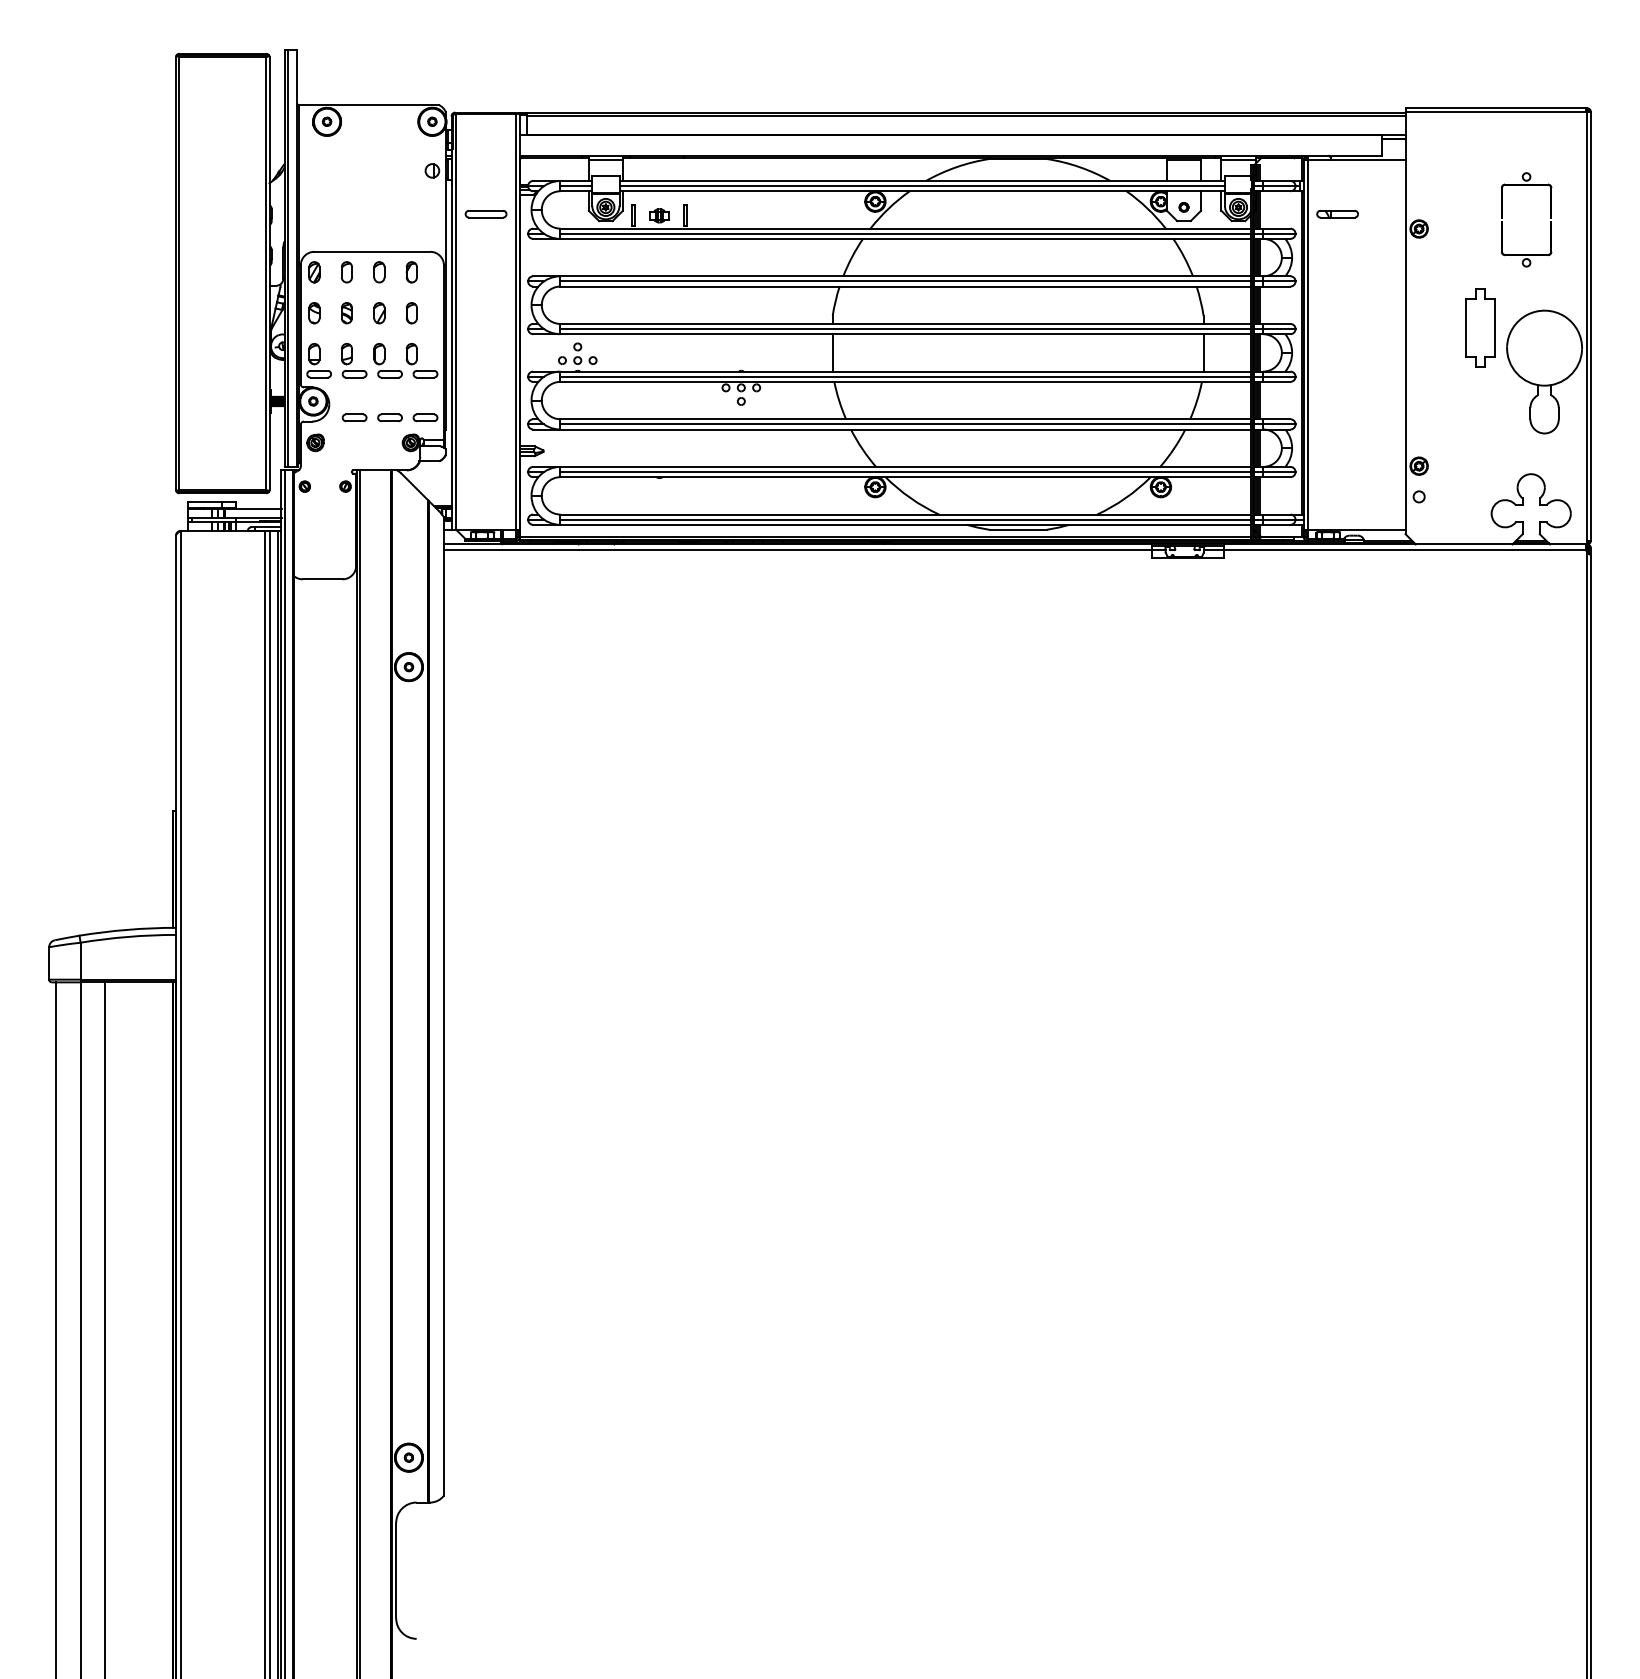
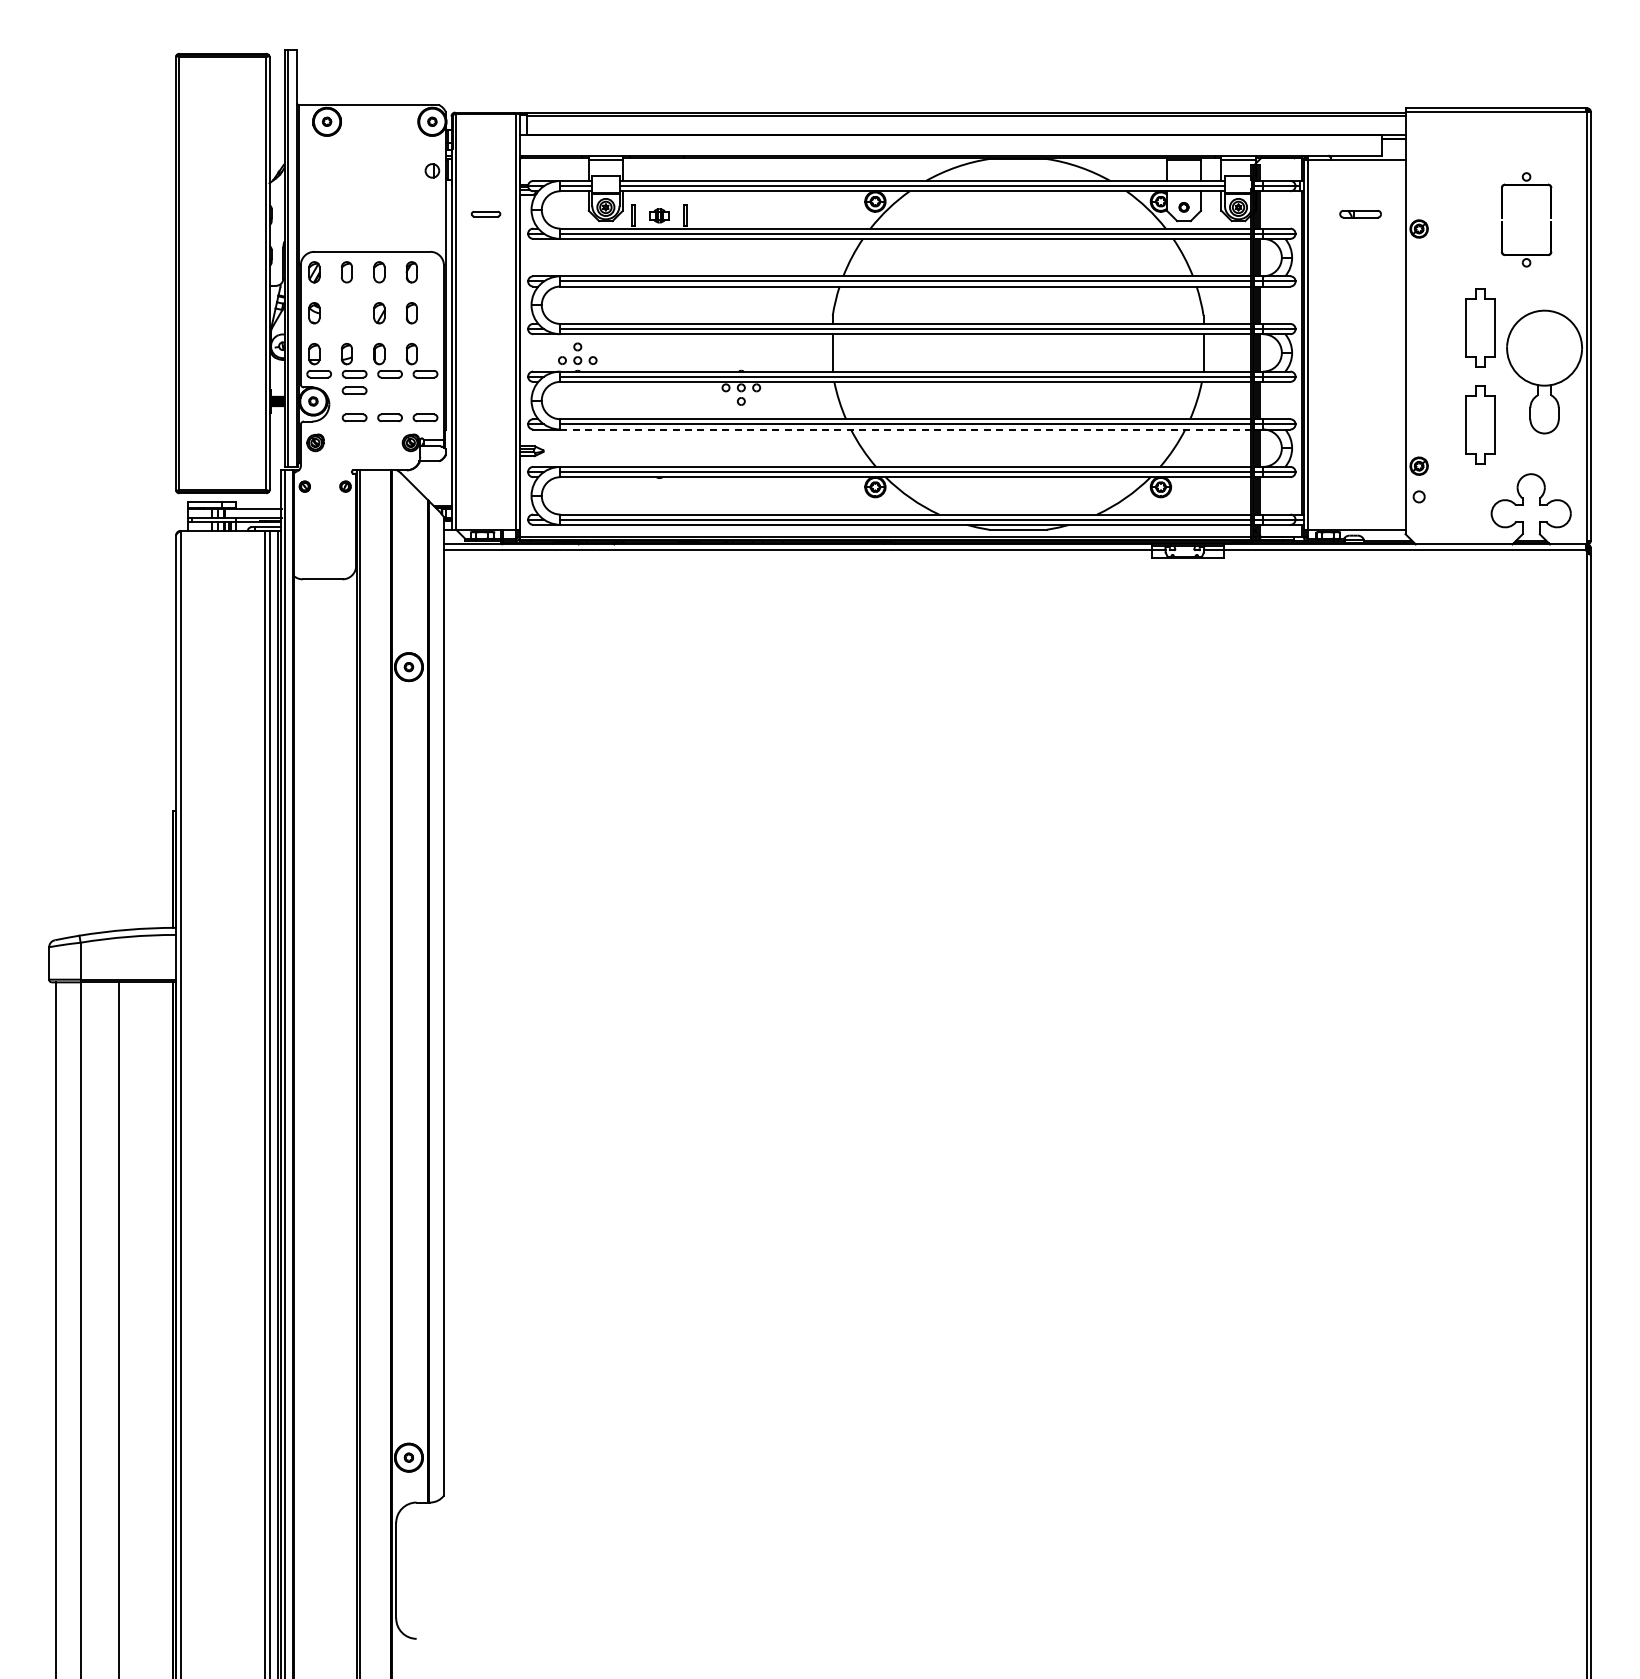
part at (485, 213) size: 44x10 px -> 32x8 px
part at (1337, 214) position: (1337, 214) -> (1360, 214)
part at (346, 313): present -> none
part at (354, 390): none -> present
part at (1480, 424): none -> present
line at (906, 429): solid -> dashed
line at (104, 1328) position: (104, 1328) -> (118, 1328)
